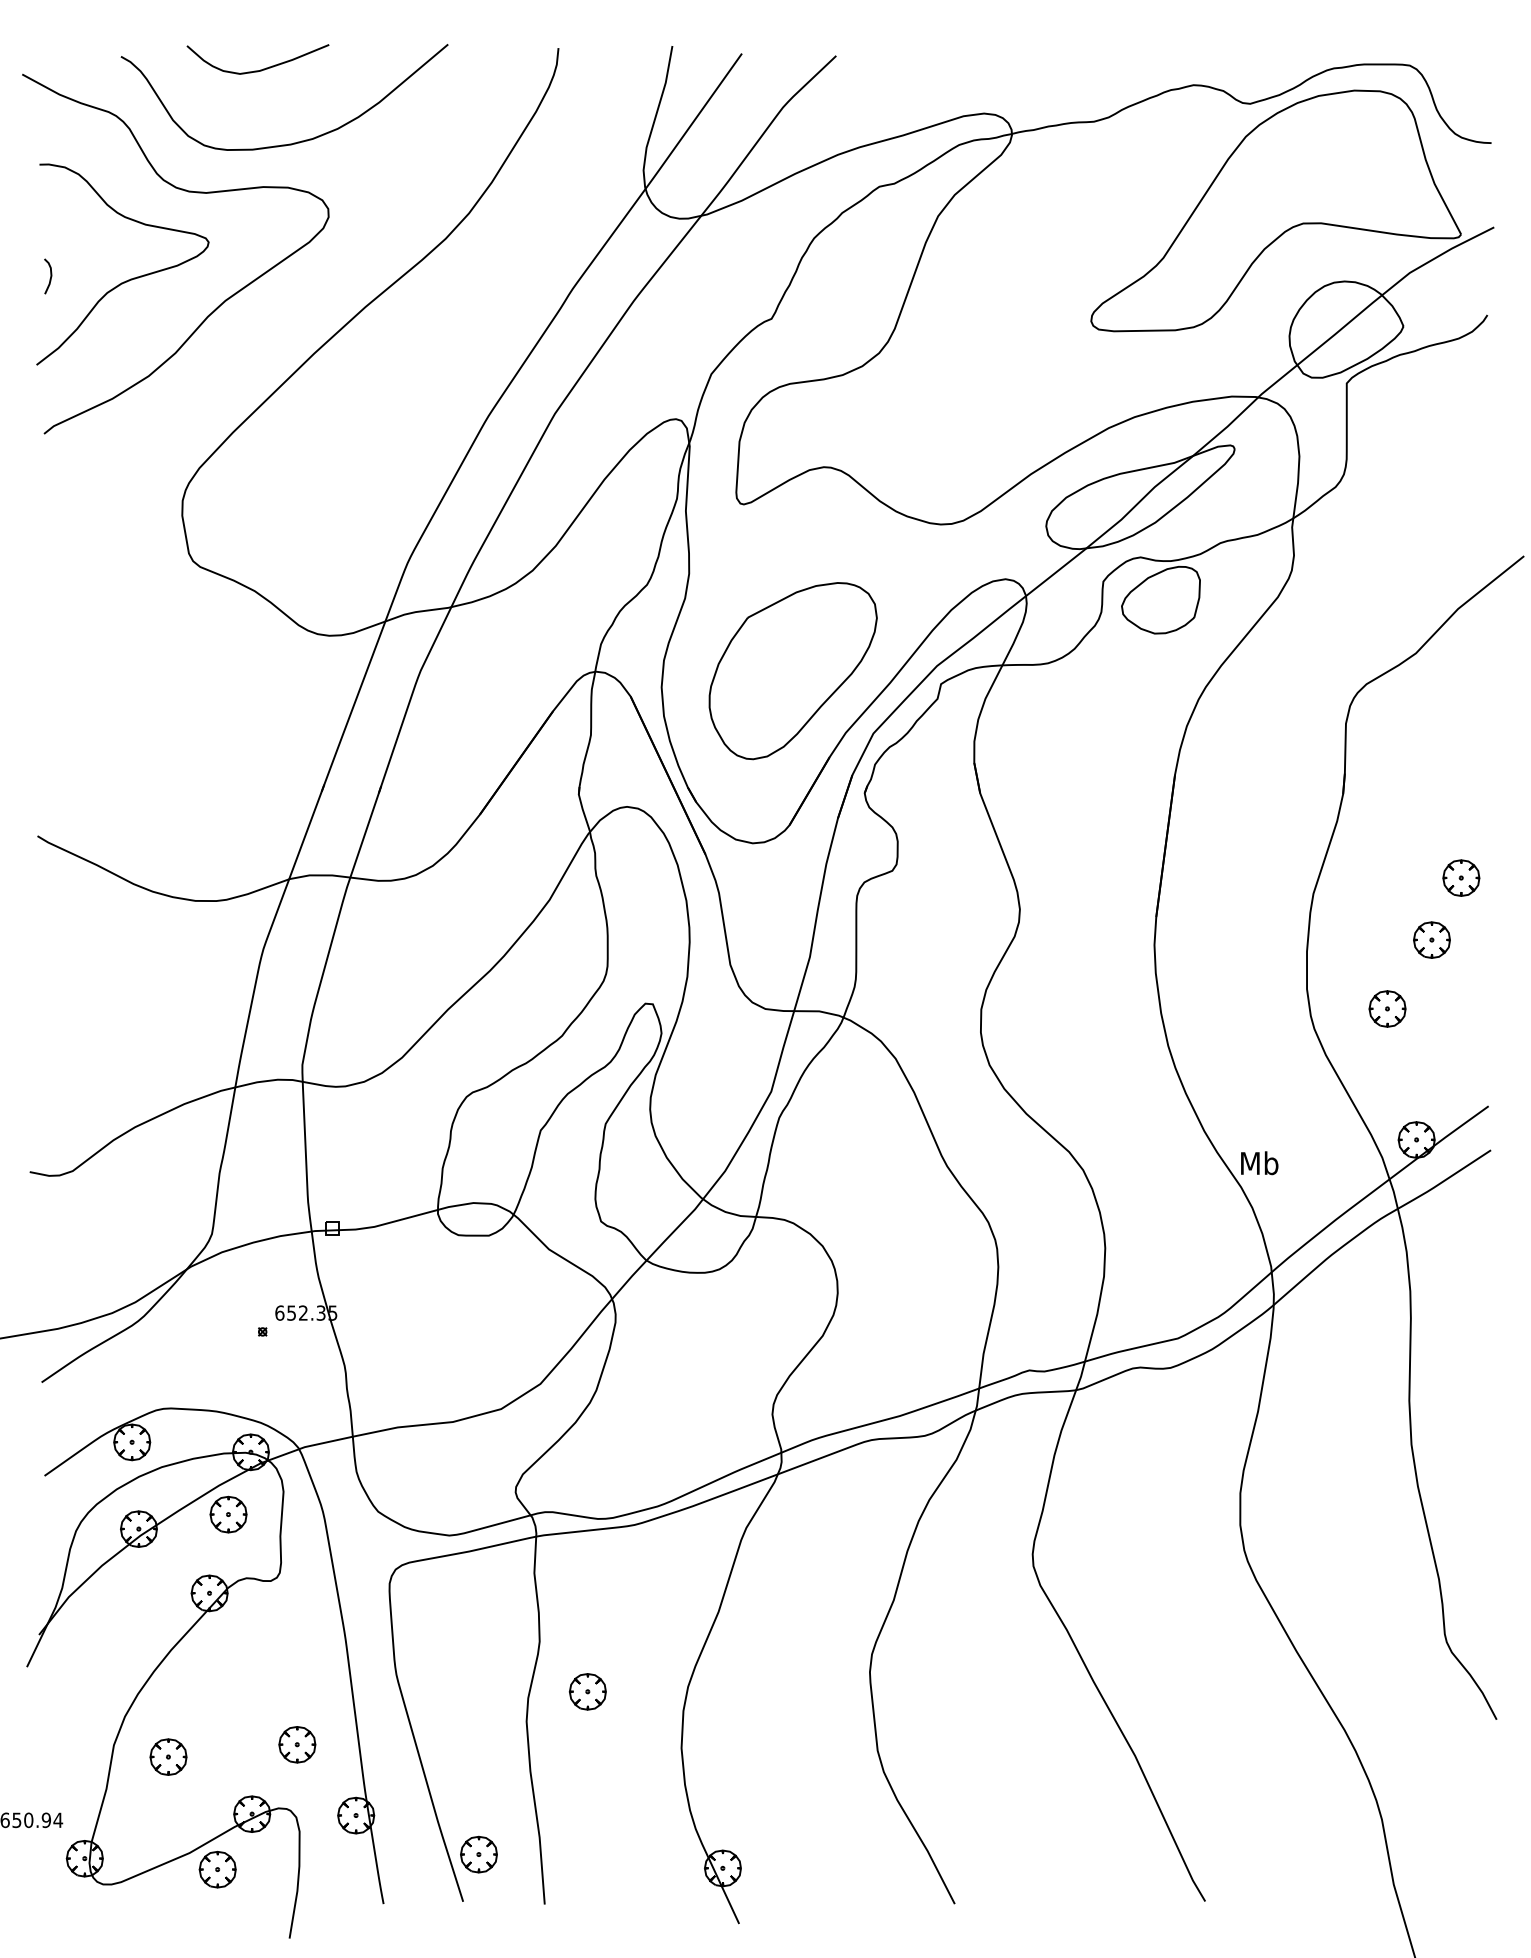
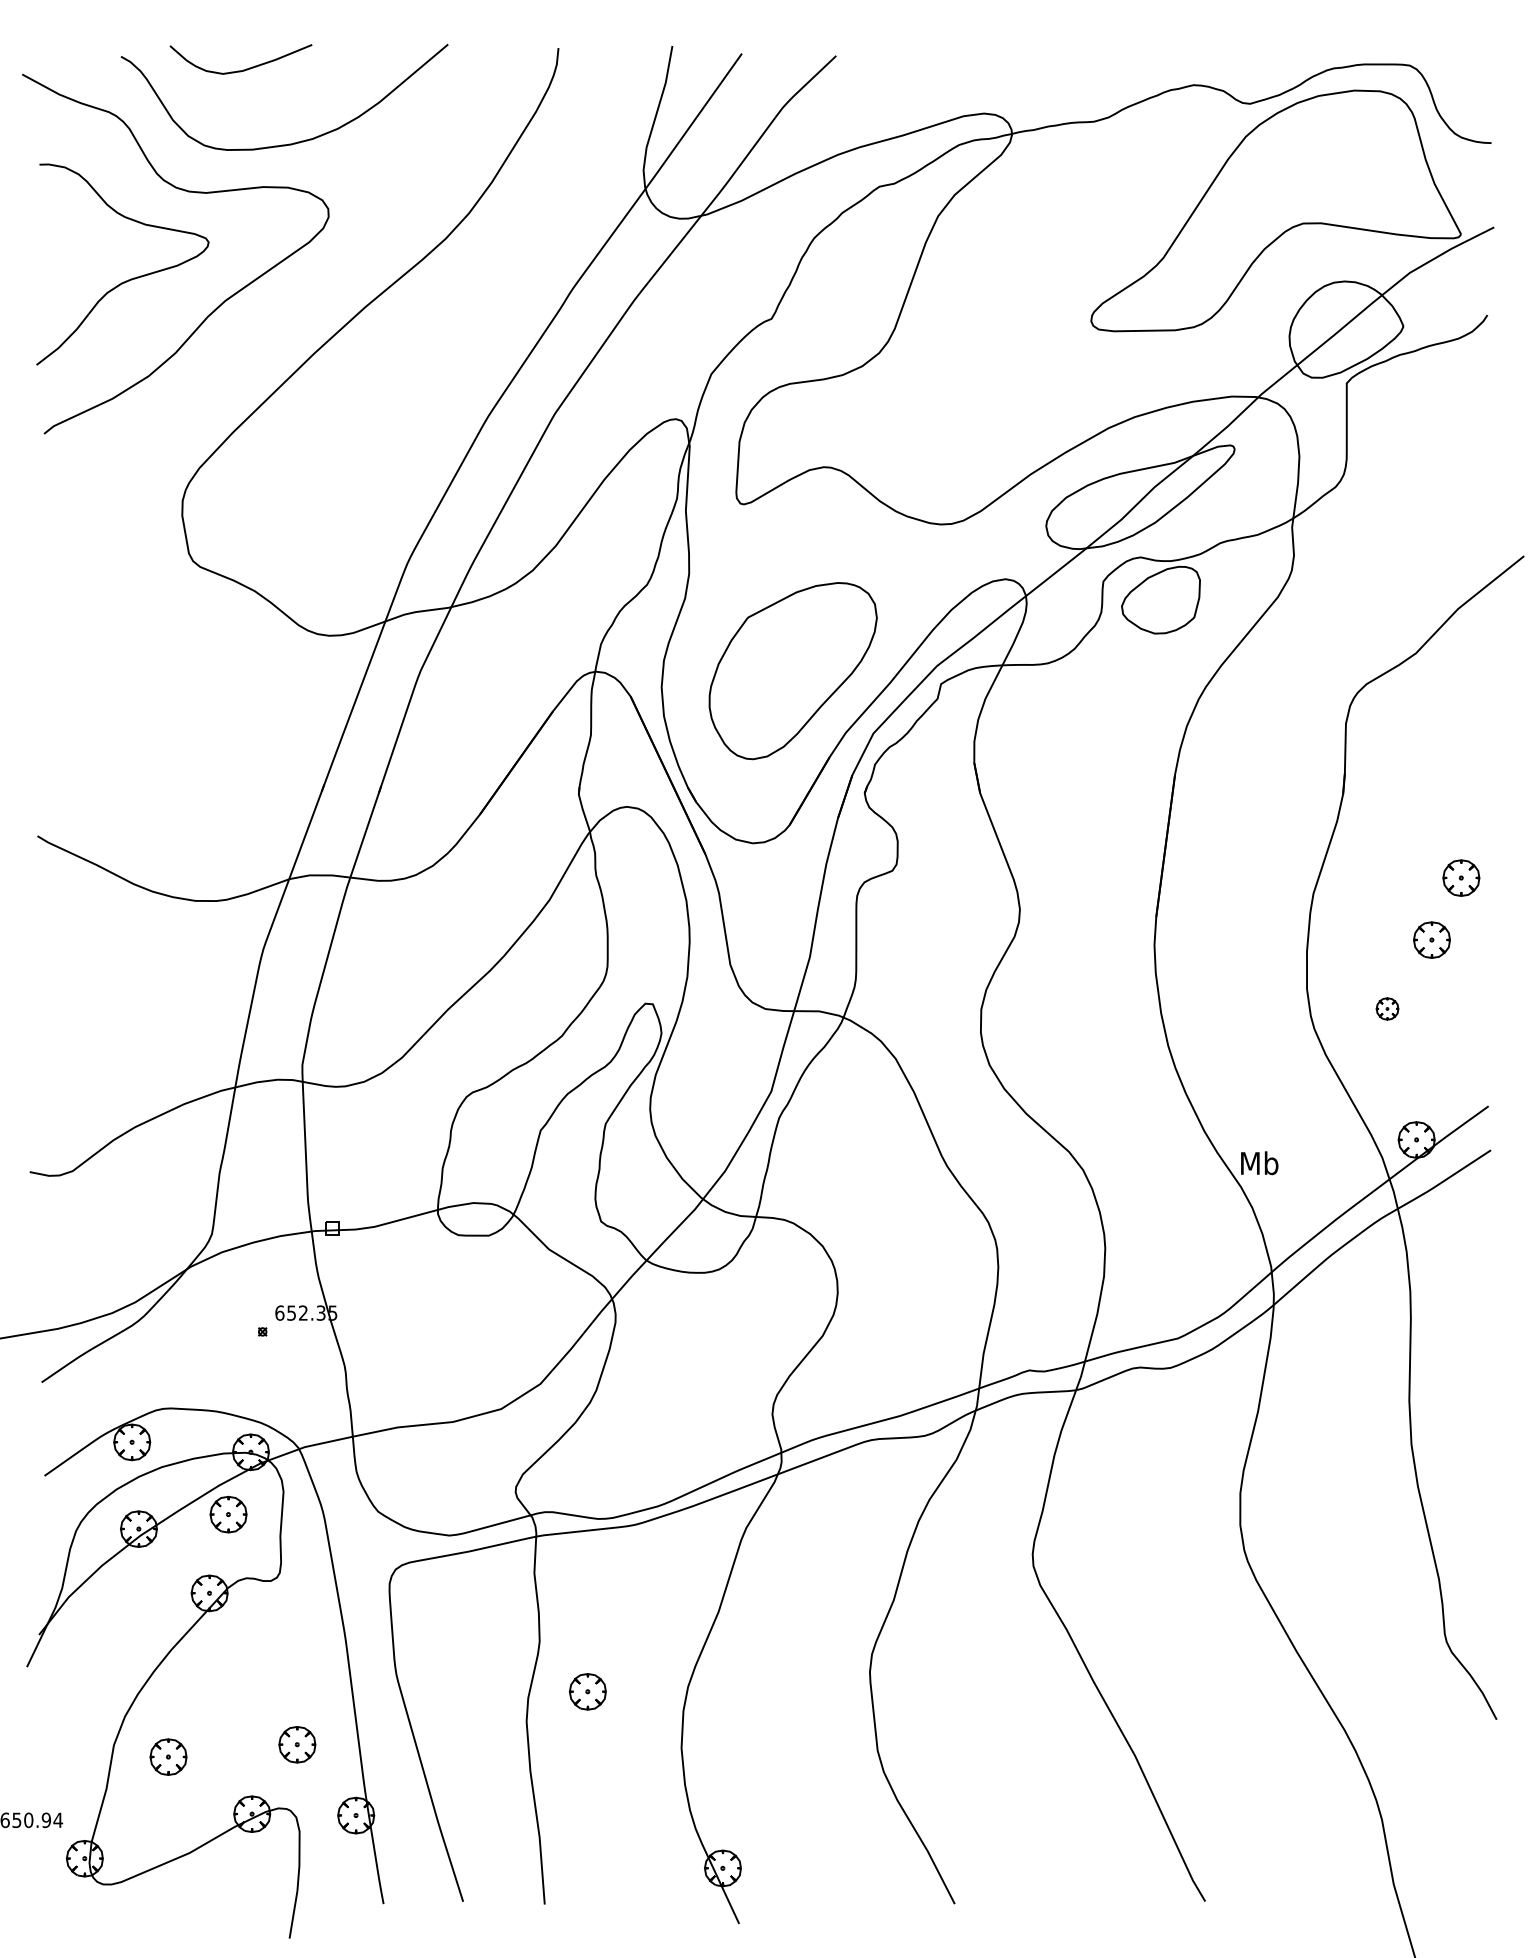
curve at (260, 69) position: (260, 69) -> (243, 69)
curve at (50, 276): present -> none
part at (1387, 1008) size: 39x38 px -> 25x24 px
part at (478, 1854): present -> none
part at (217, 1869): present -> none
